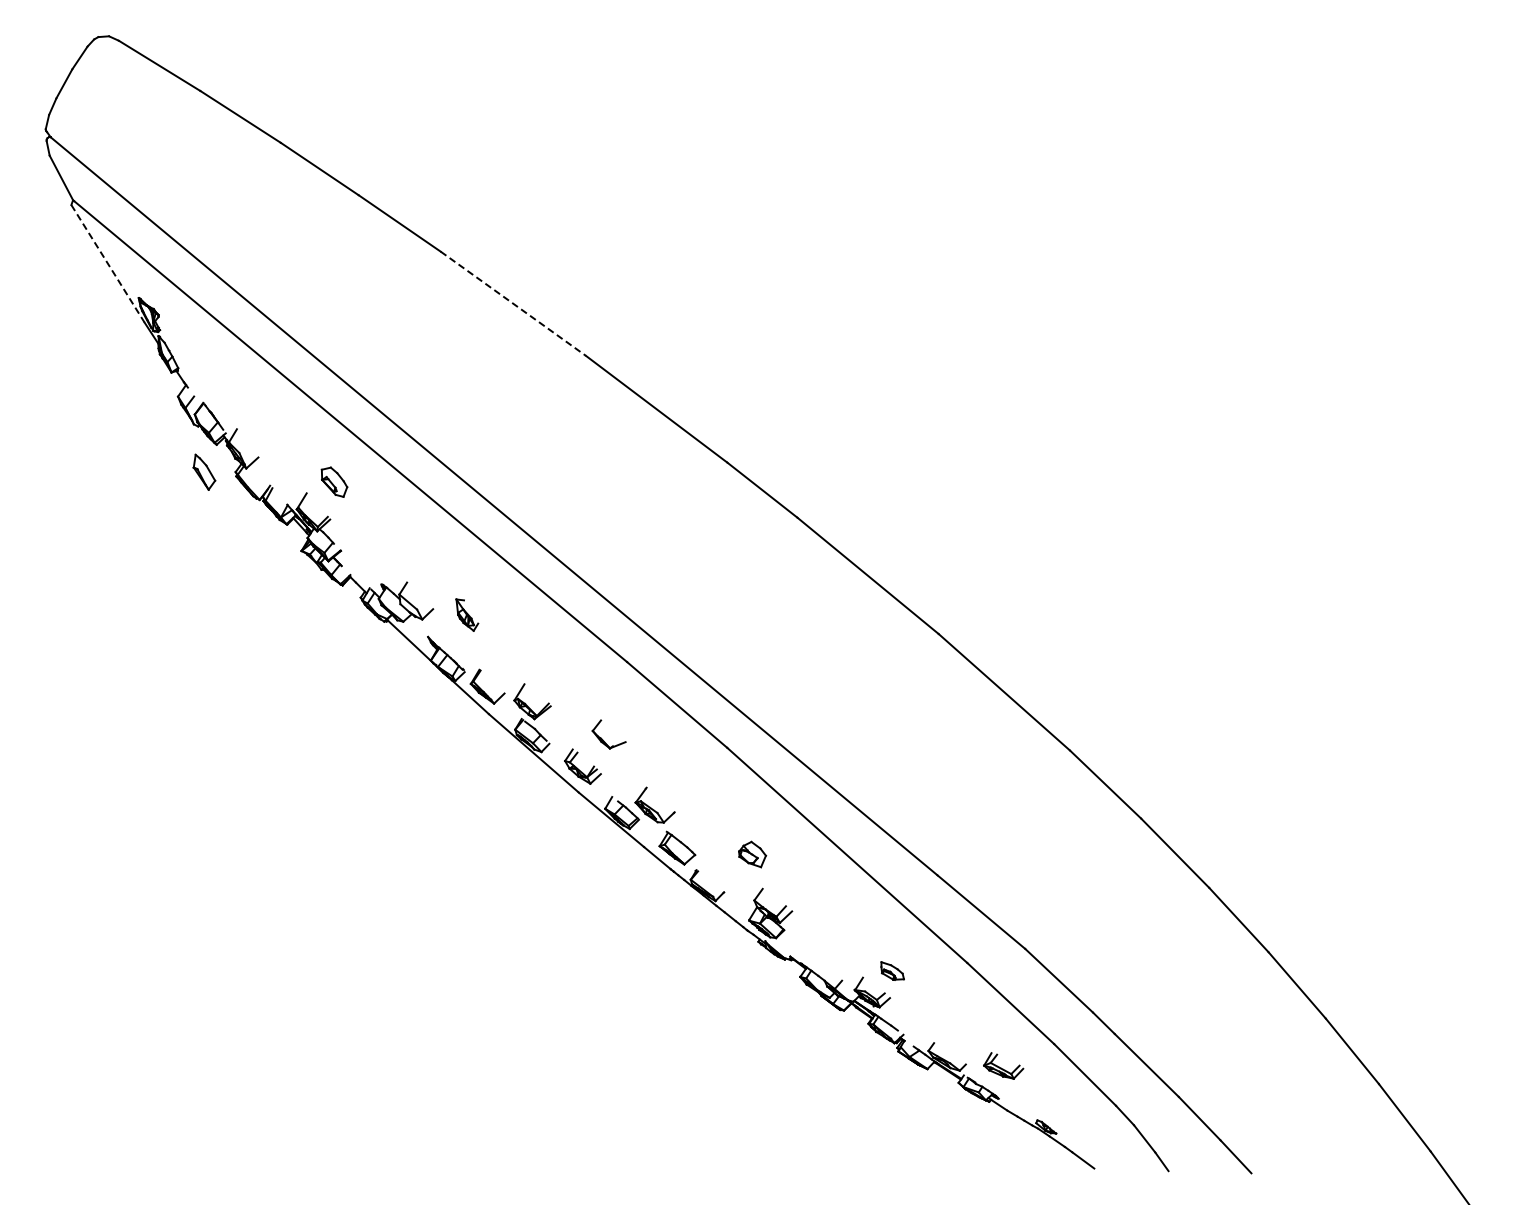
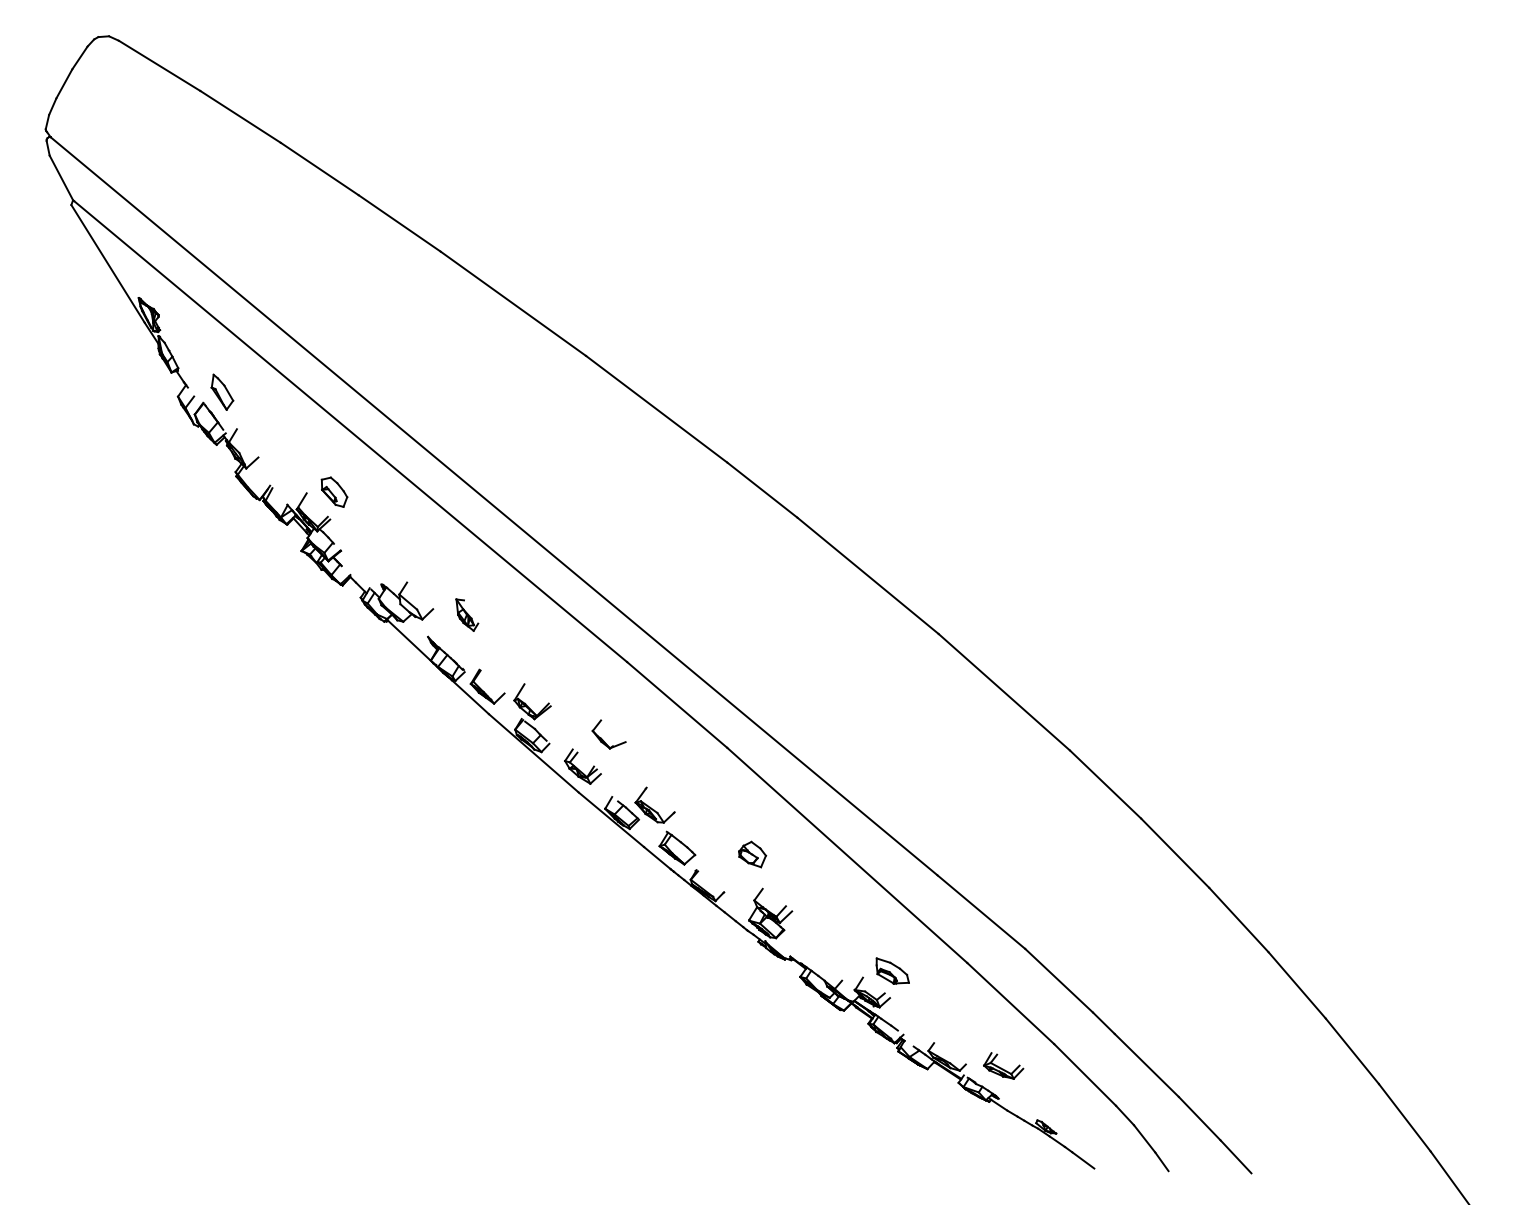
line at (108, 264): dashed -> solid
line at (513, 304): dashed -> solid
part at (204, 471) position: (204, 471) -> (222, 391)
part at (334, 481) position: (334, 481) -> (334, 491)
part at (892, 970) size: 25x20 px -> 35x28 px
